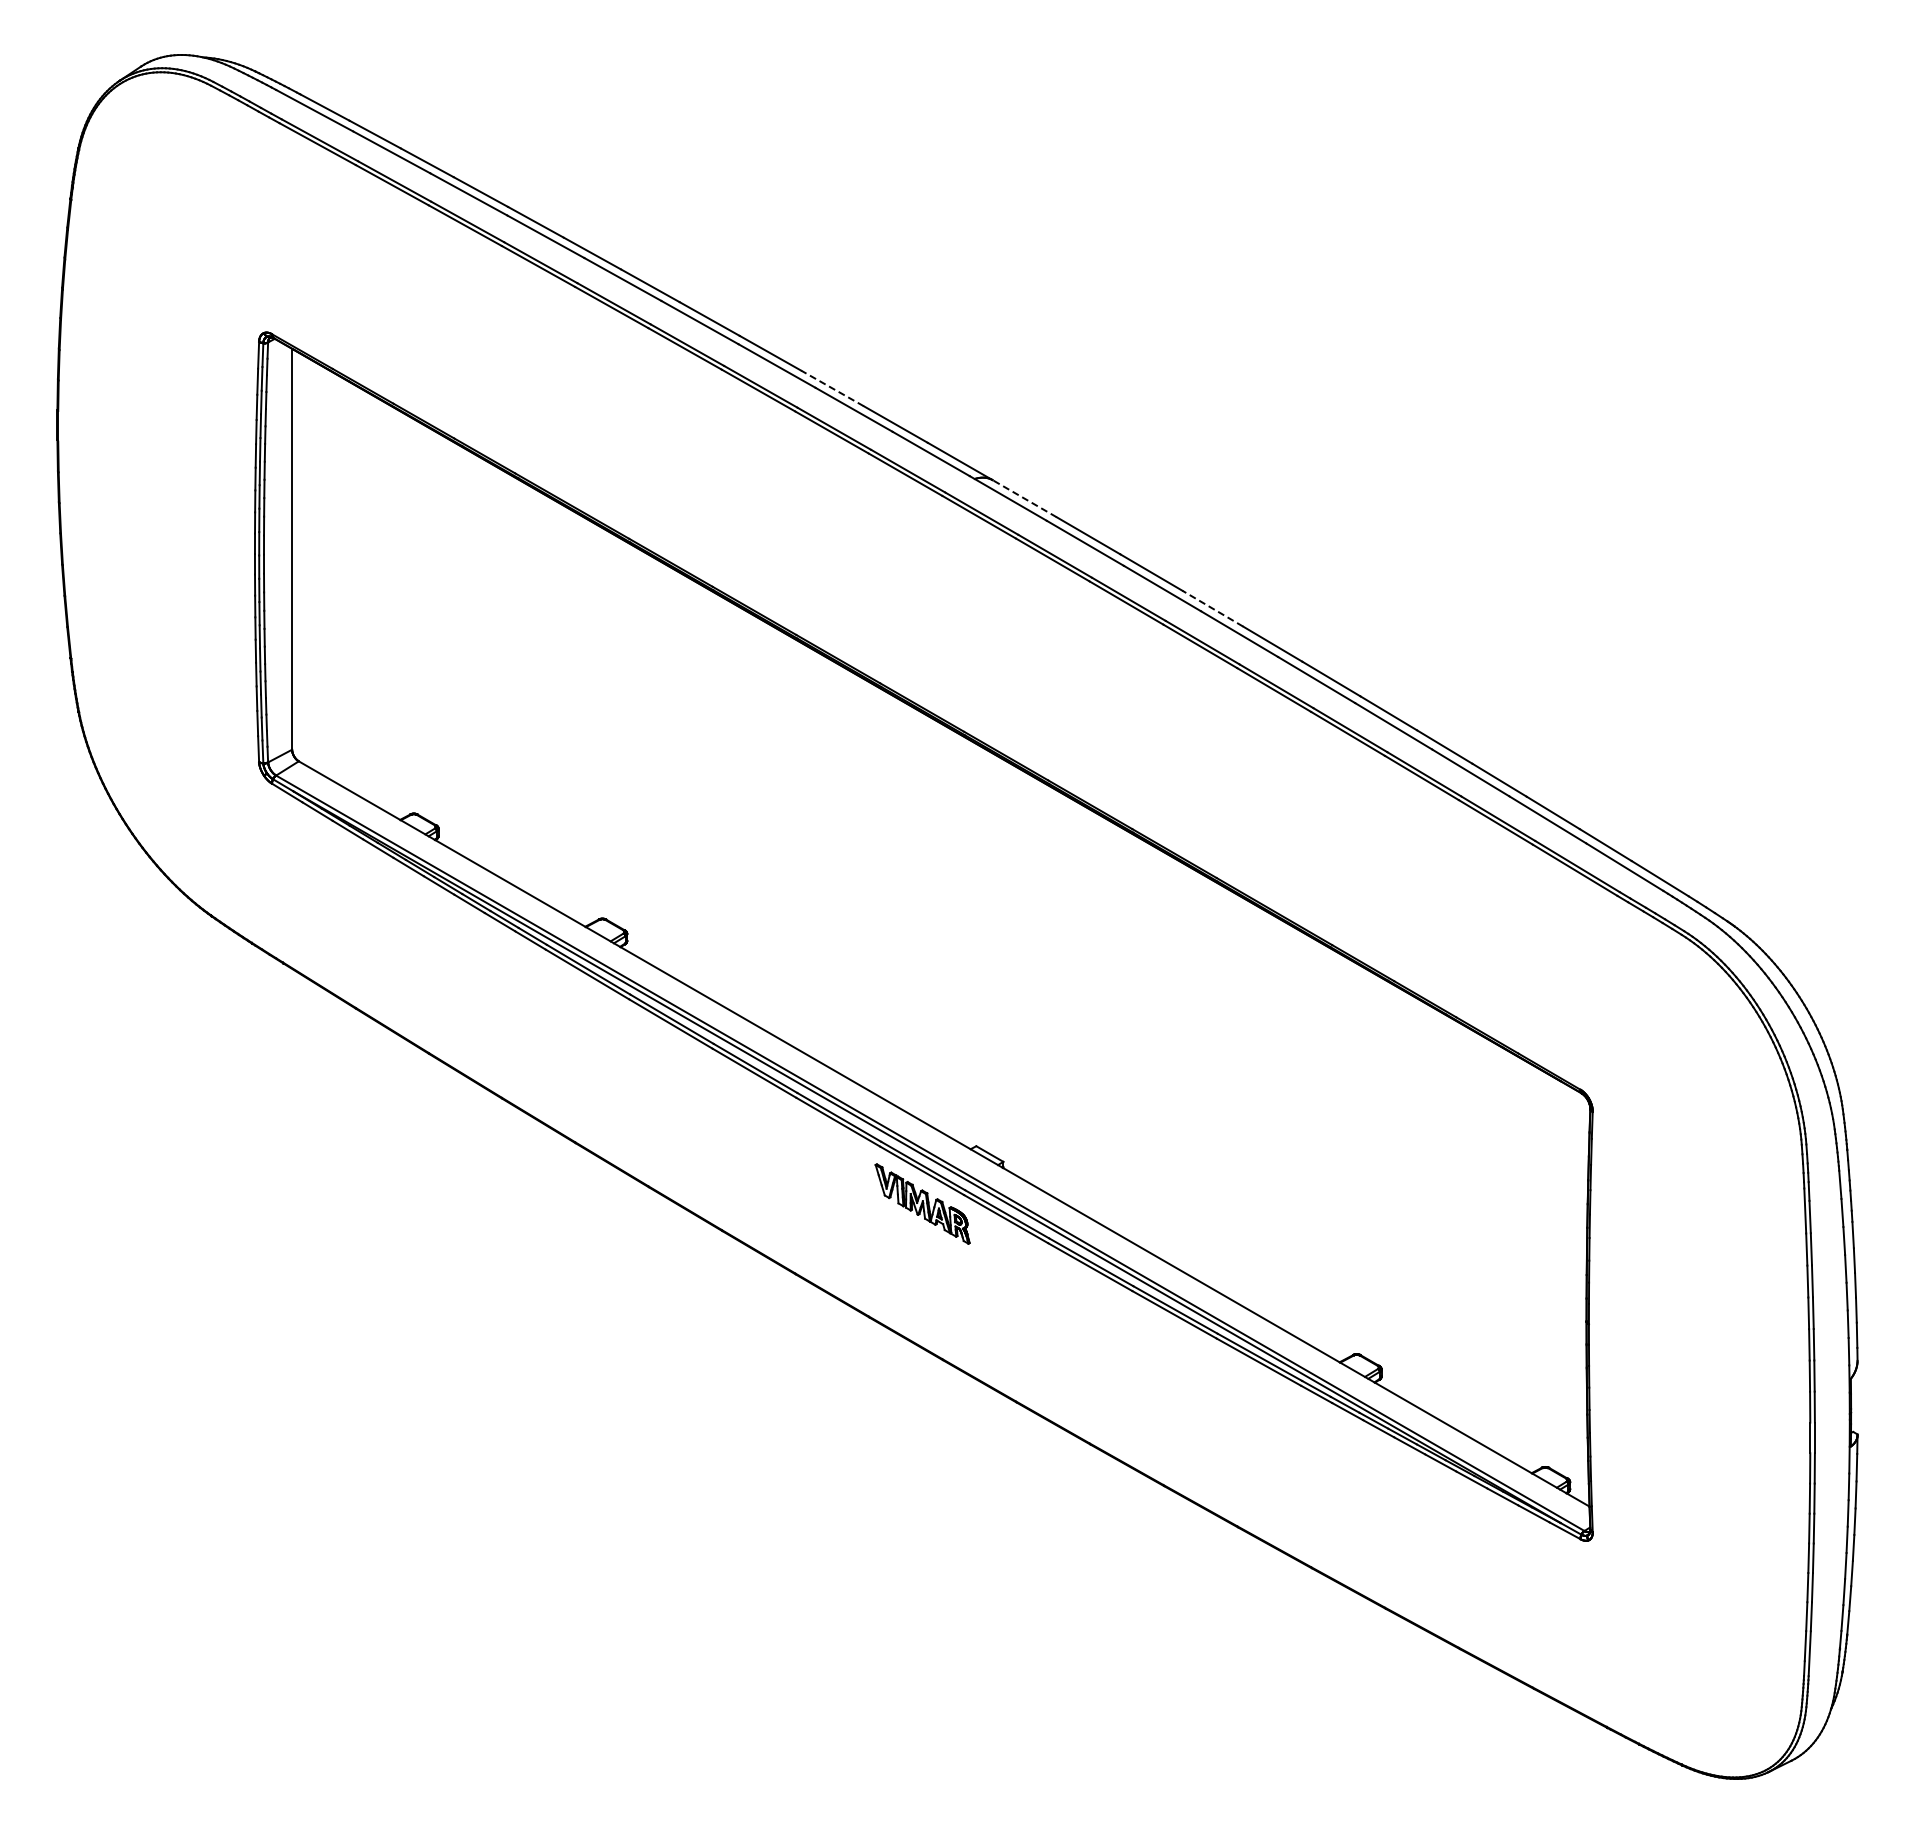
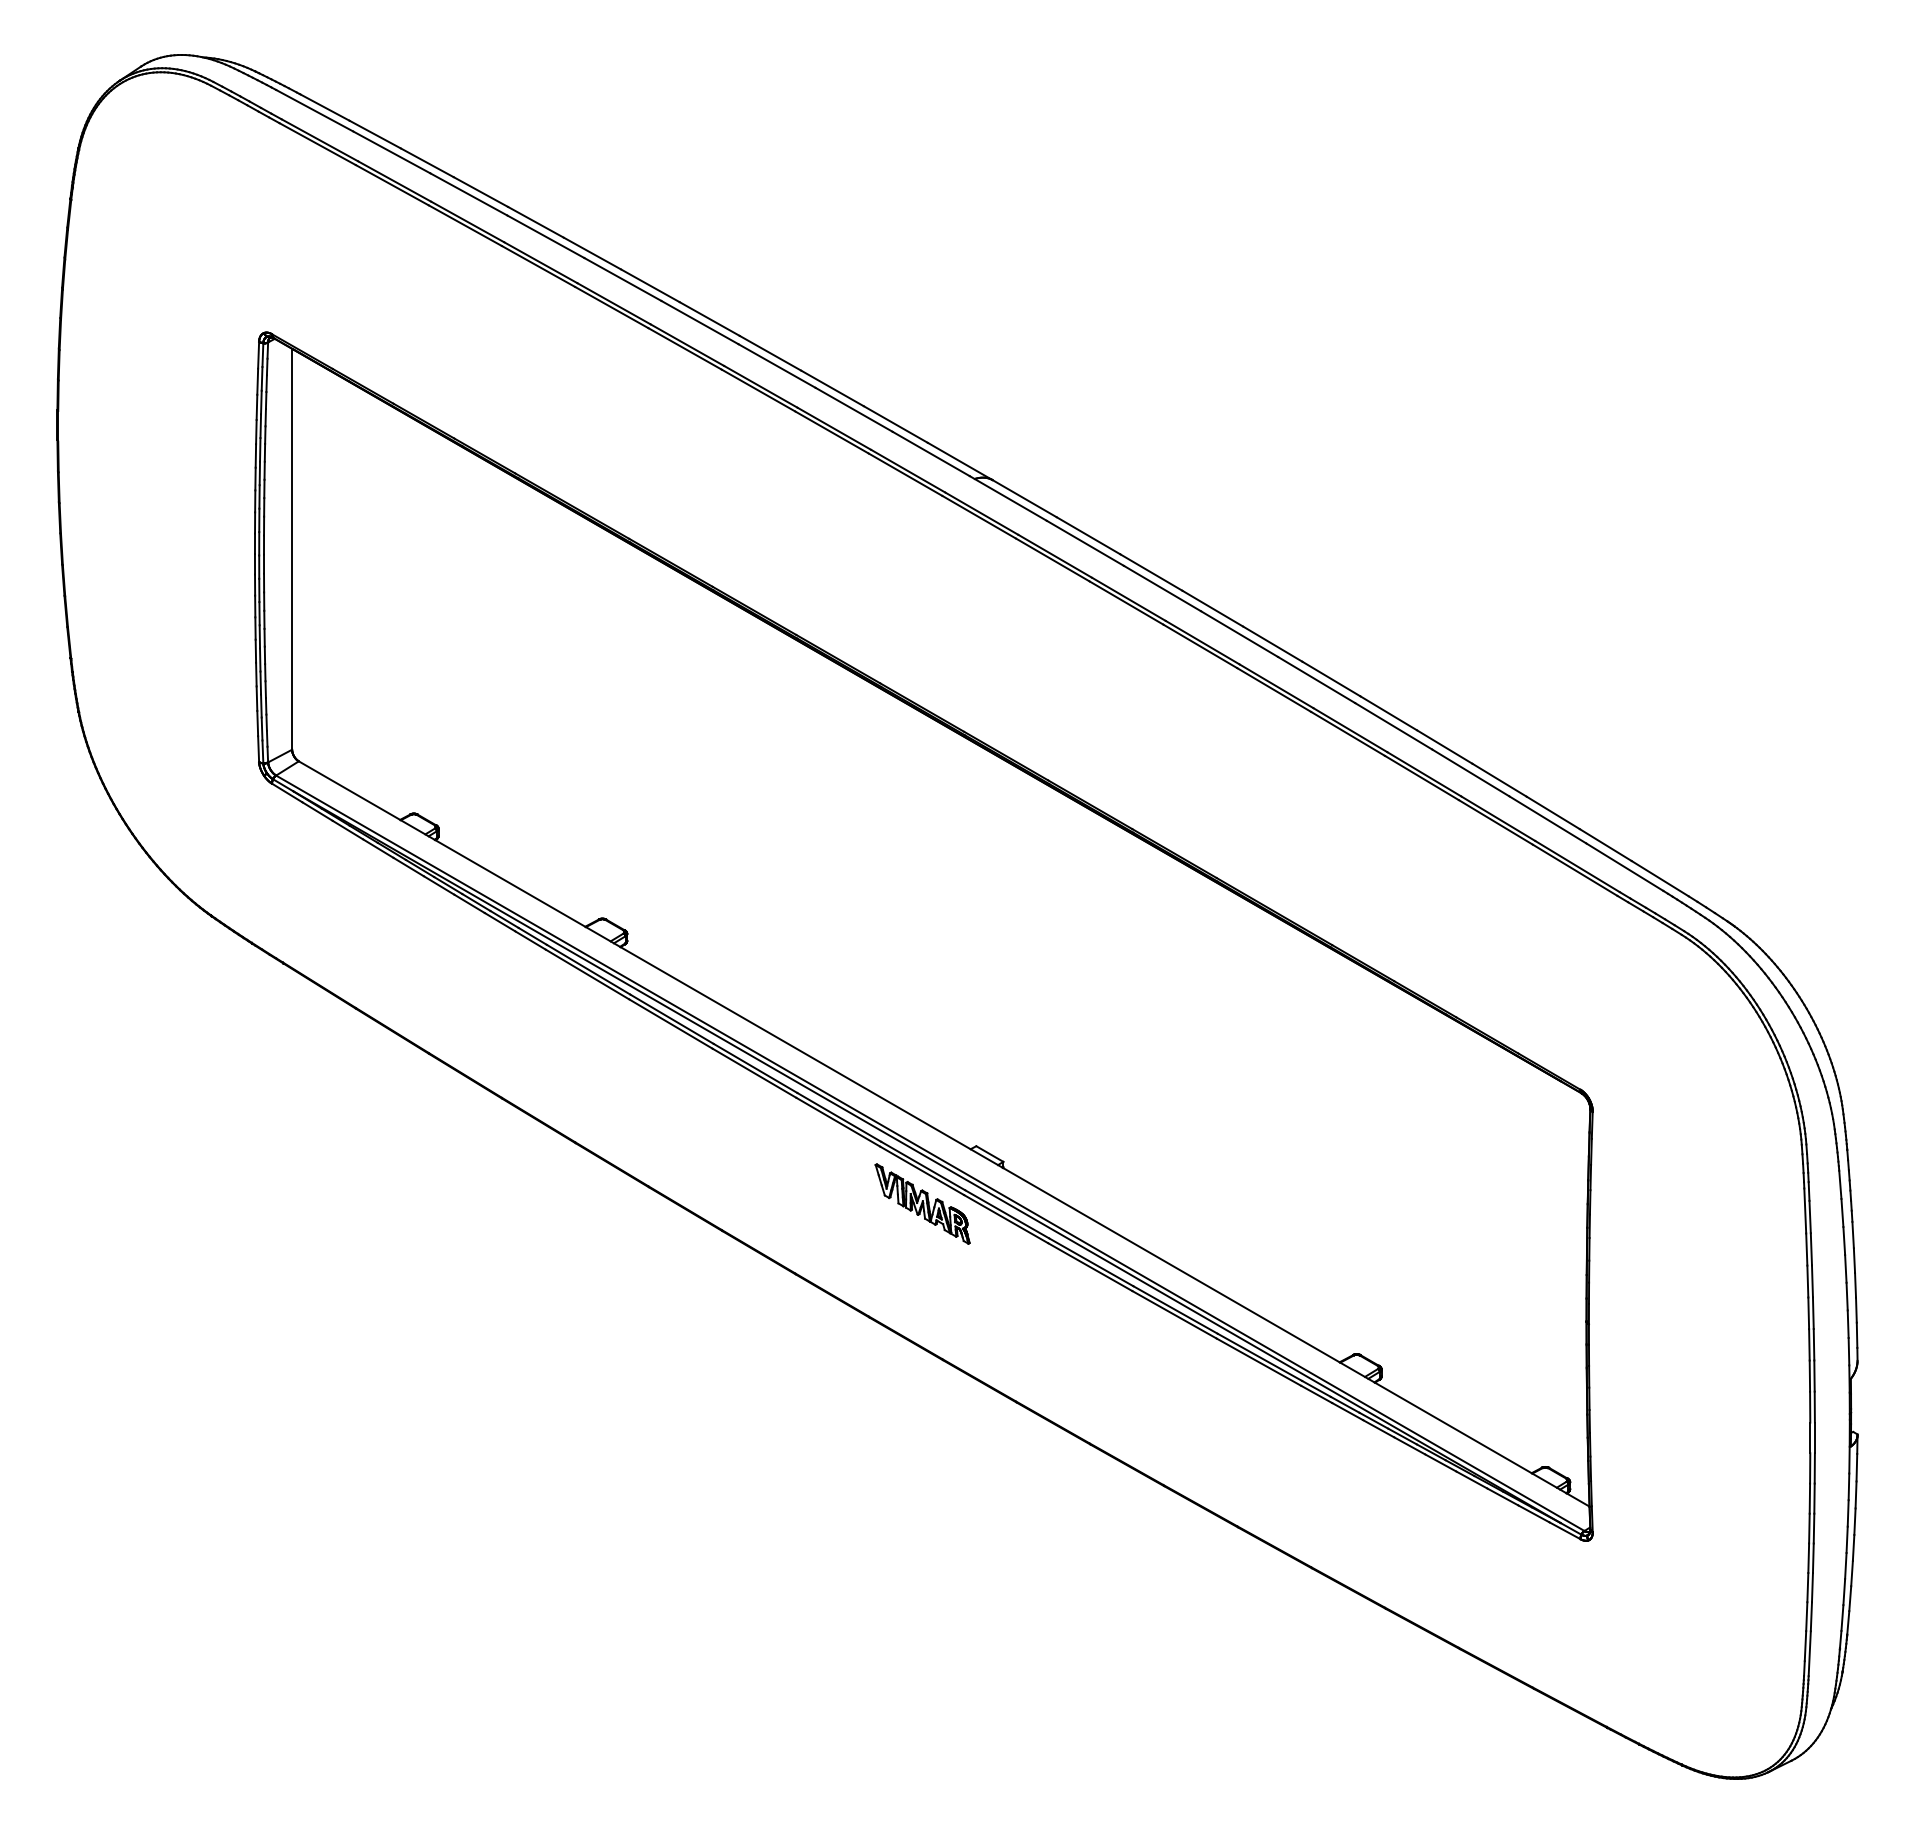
line at (832, 388): dashed -> solid
line at (1024, 498): dashed -> solid
line at (1212, 608): dashed -> solid
